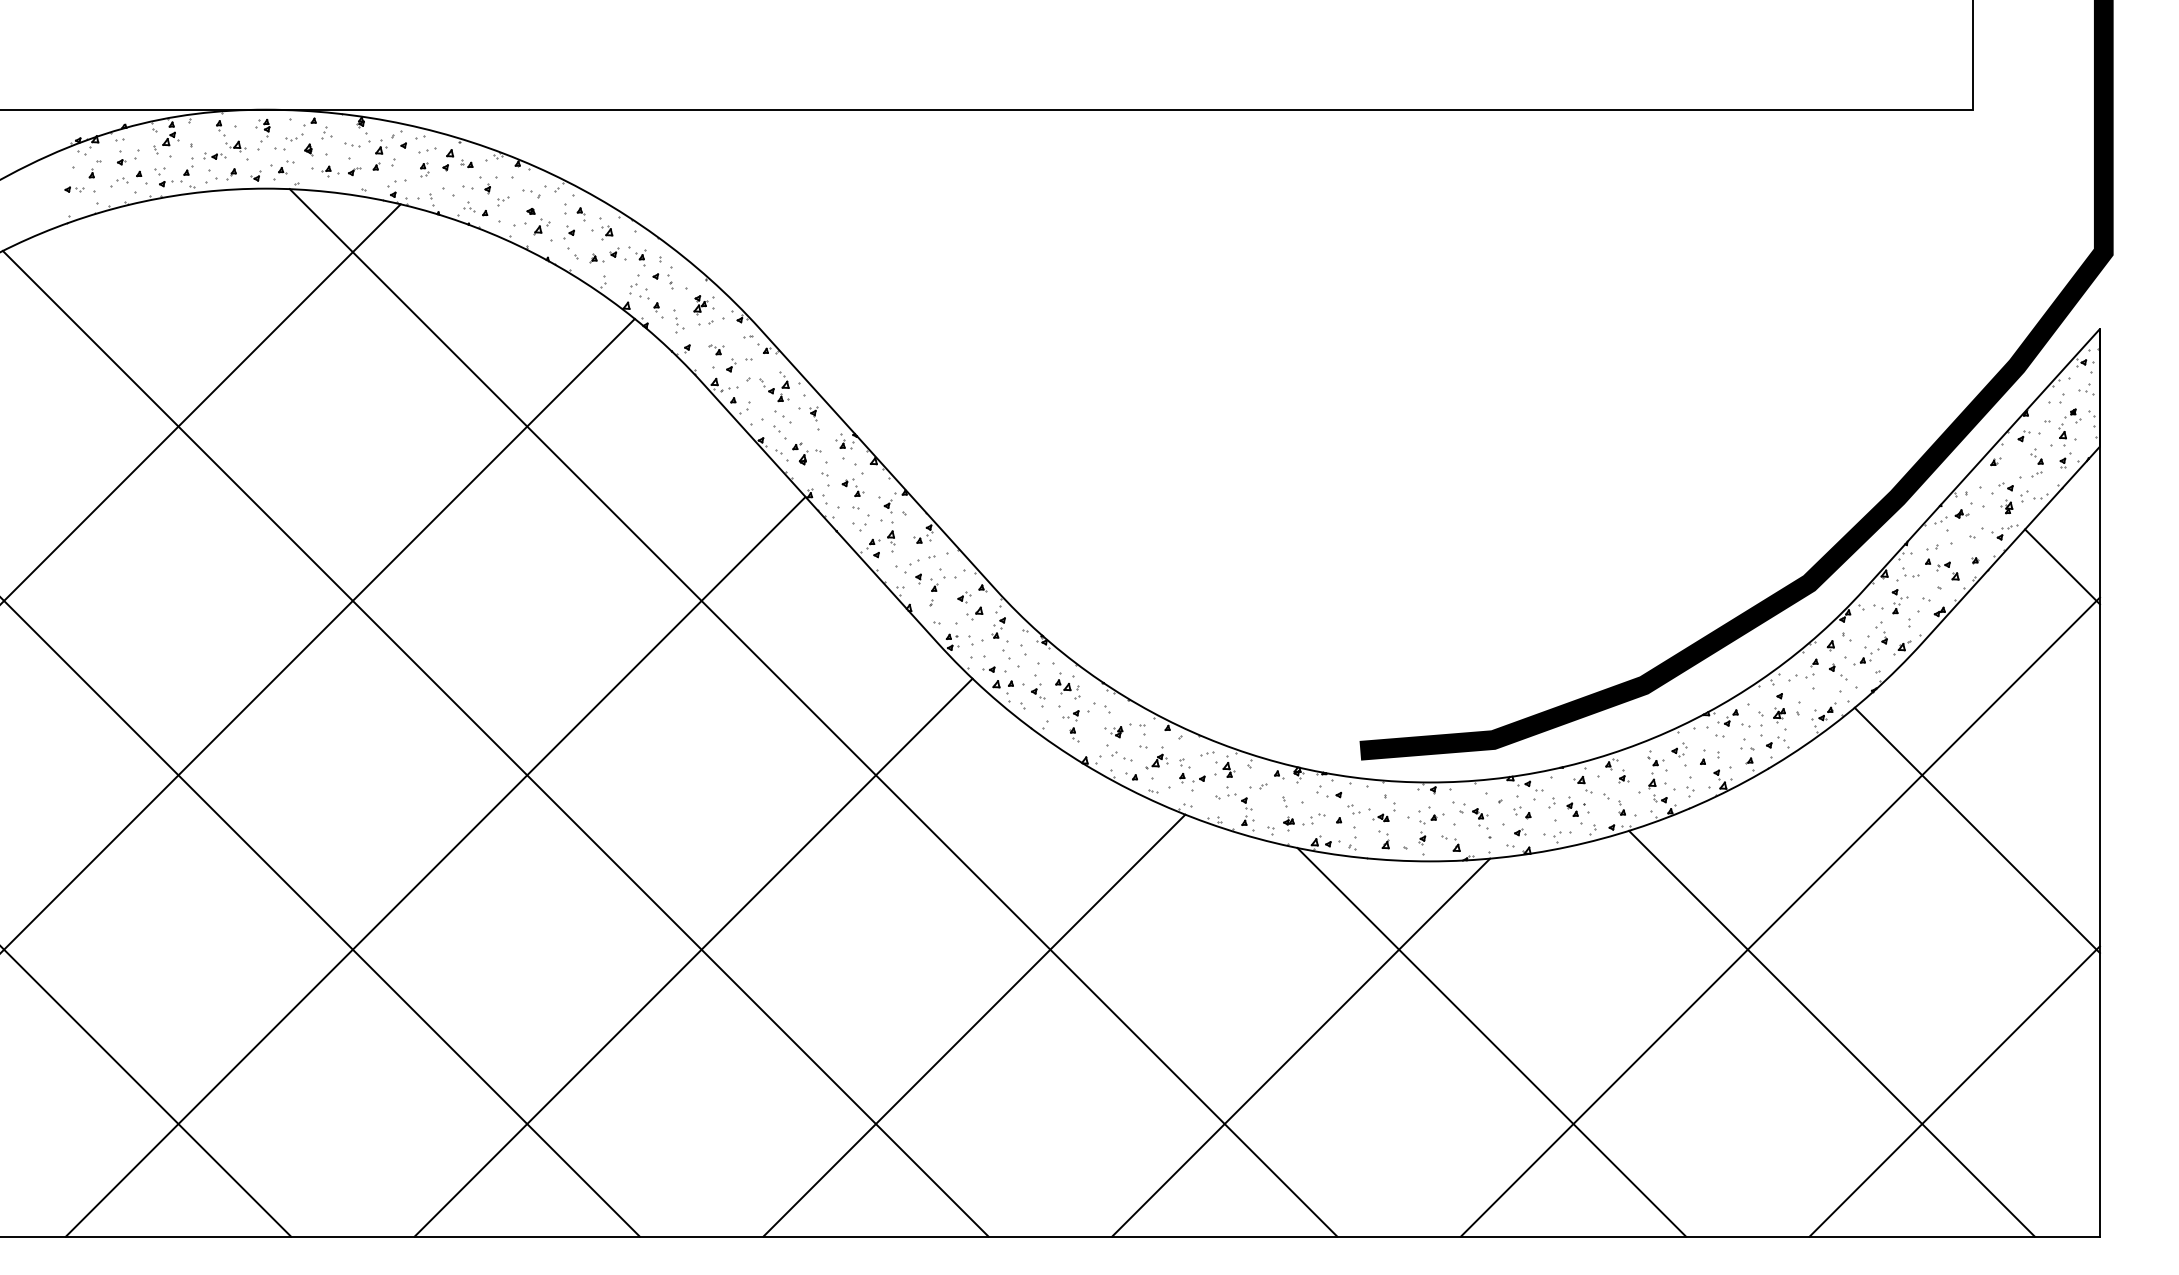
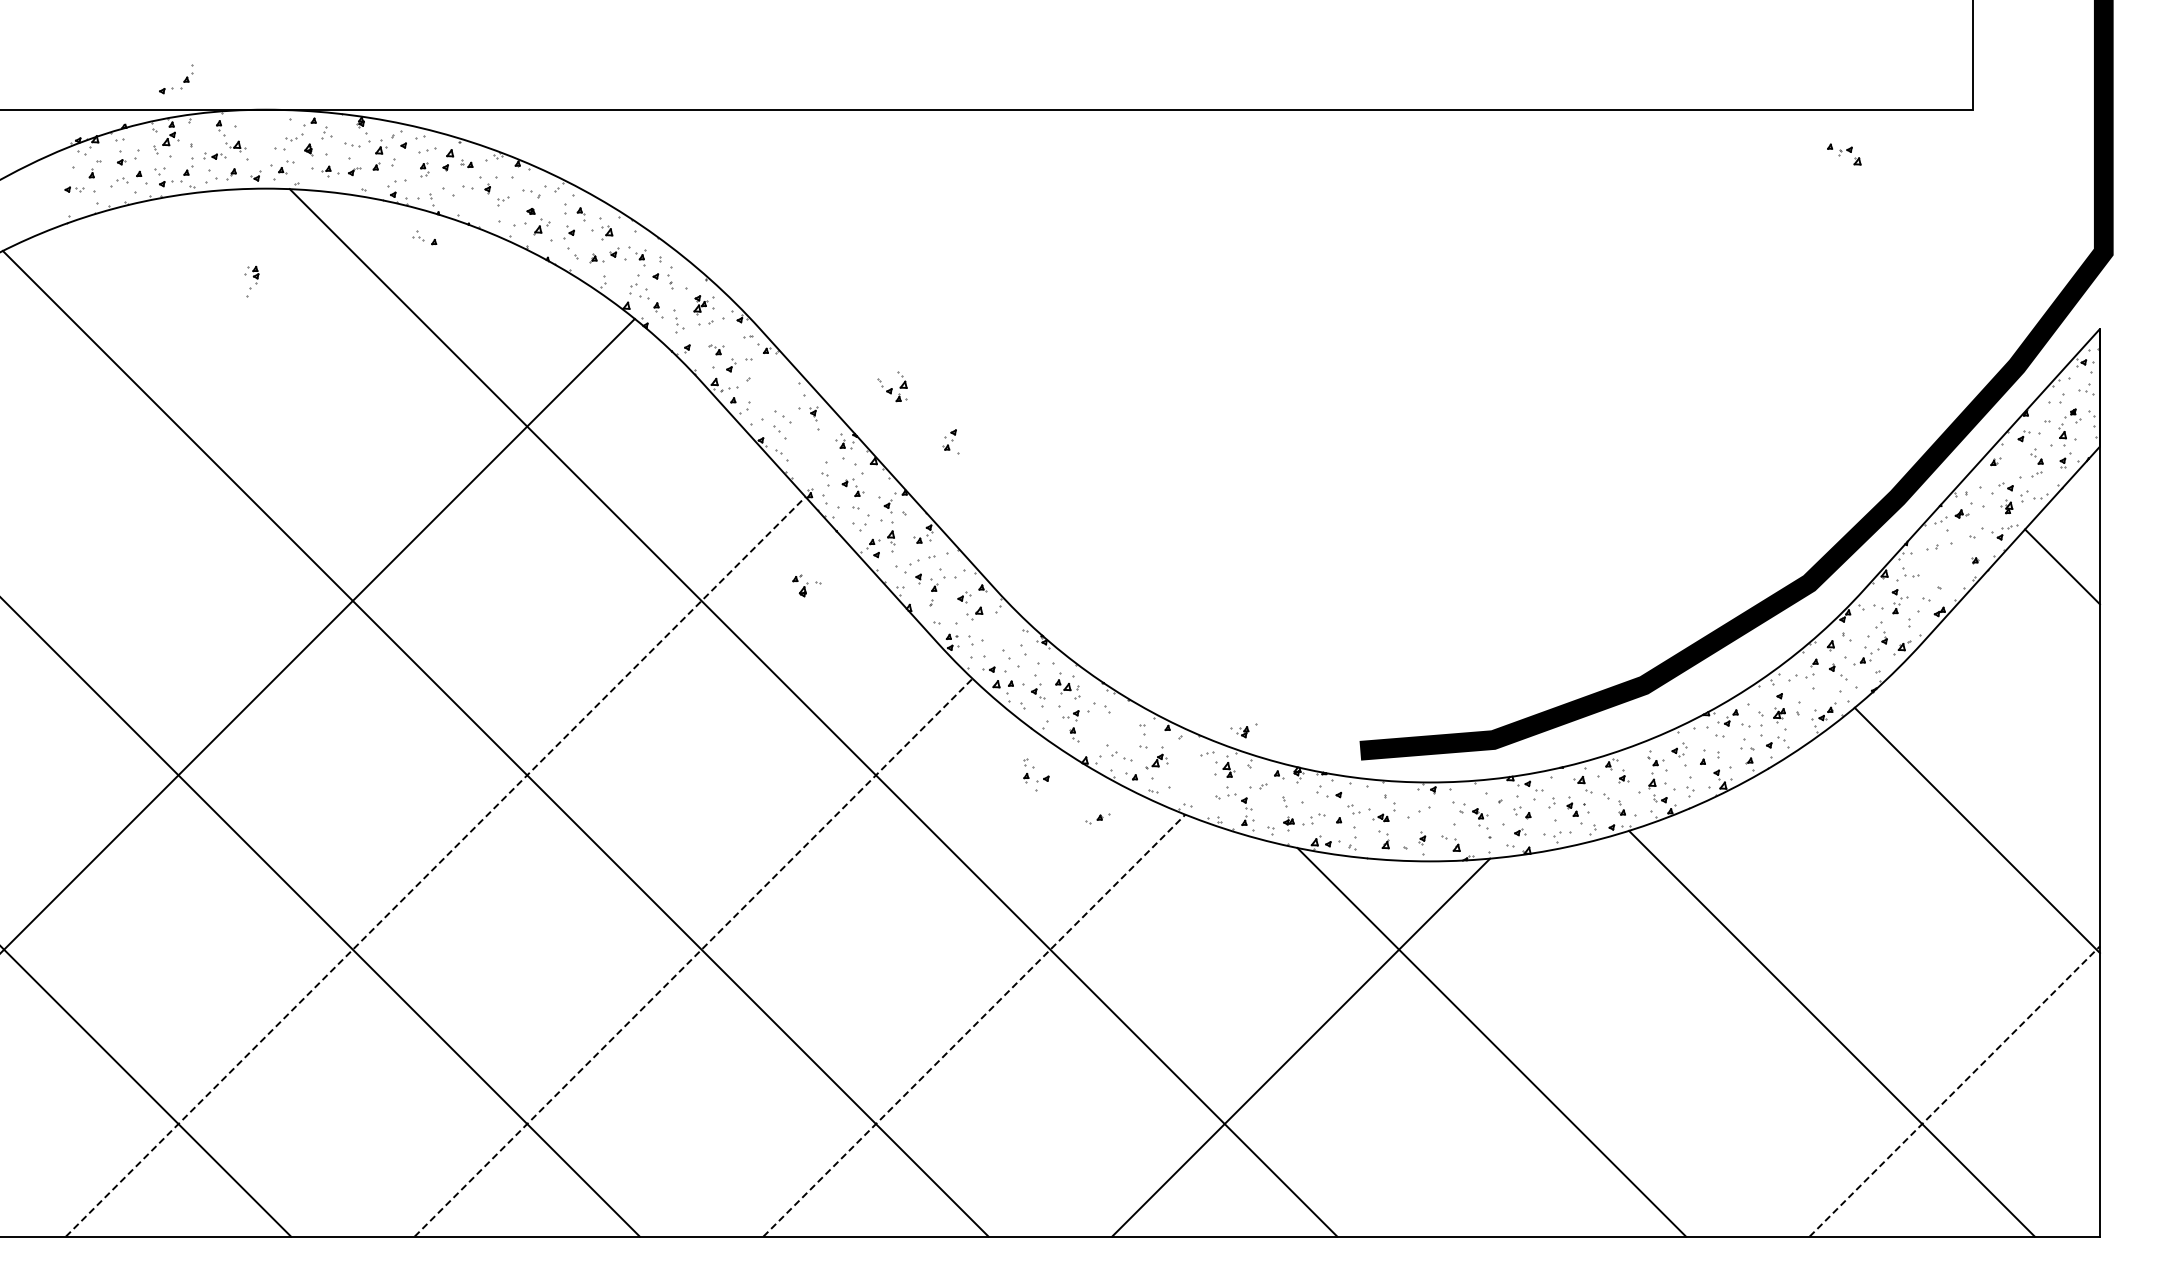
part at (183, 81): none -> present
part at (262, 134) position: (262, 134) -> (251, 281)
part at (475, 208) position: (475, 208) -> (424, 237)
part at (774, 386) position: (774, 386) -> (892, 386)
line at (201, 403): present -> none
part at (806, 453) position: (806, 453) -> (806, 585)
part at (1942, 569) position: (1942, 569) -> (1844, 154)
part at (999, 629) position: (999, 629) -> (950, 441)
part at (1117, 730) position: (1117, 730) -> (1243, 730)
part at (1193, 780) position: (1193, 780) -> (1037, 780)
part at (1431, 818) position: (1431, 818) -> (1097, 818)
line at (436, 866): solid -> dashed
line at (1779, 916): present -> none
line at (693, 957): solid -> dashed
line at (974, 1025): solid -> dashed
line at (1955, 1091): solid -> dashed
